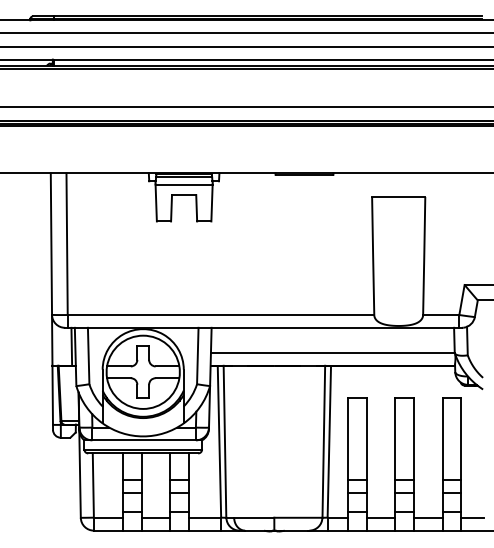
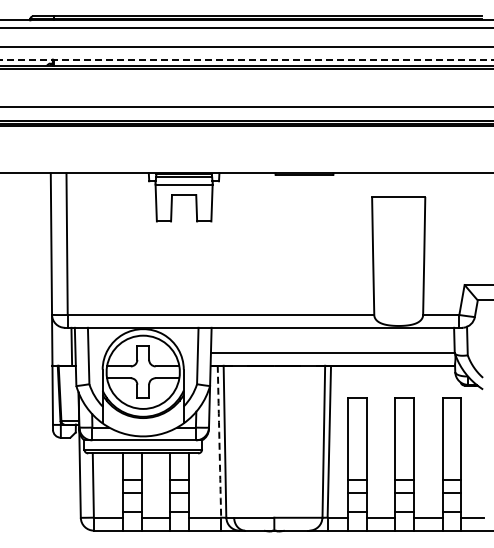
line at (246, 33) position: (246, 33) -> (246, 28)
line at (247, 59): solid -> dashed
arc at (219, 441): solid -> dashed
